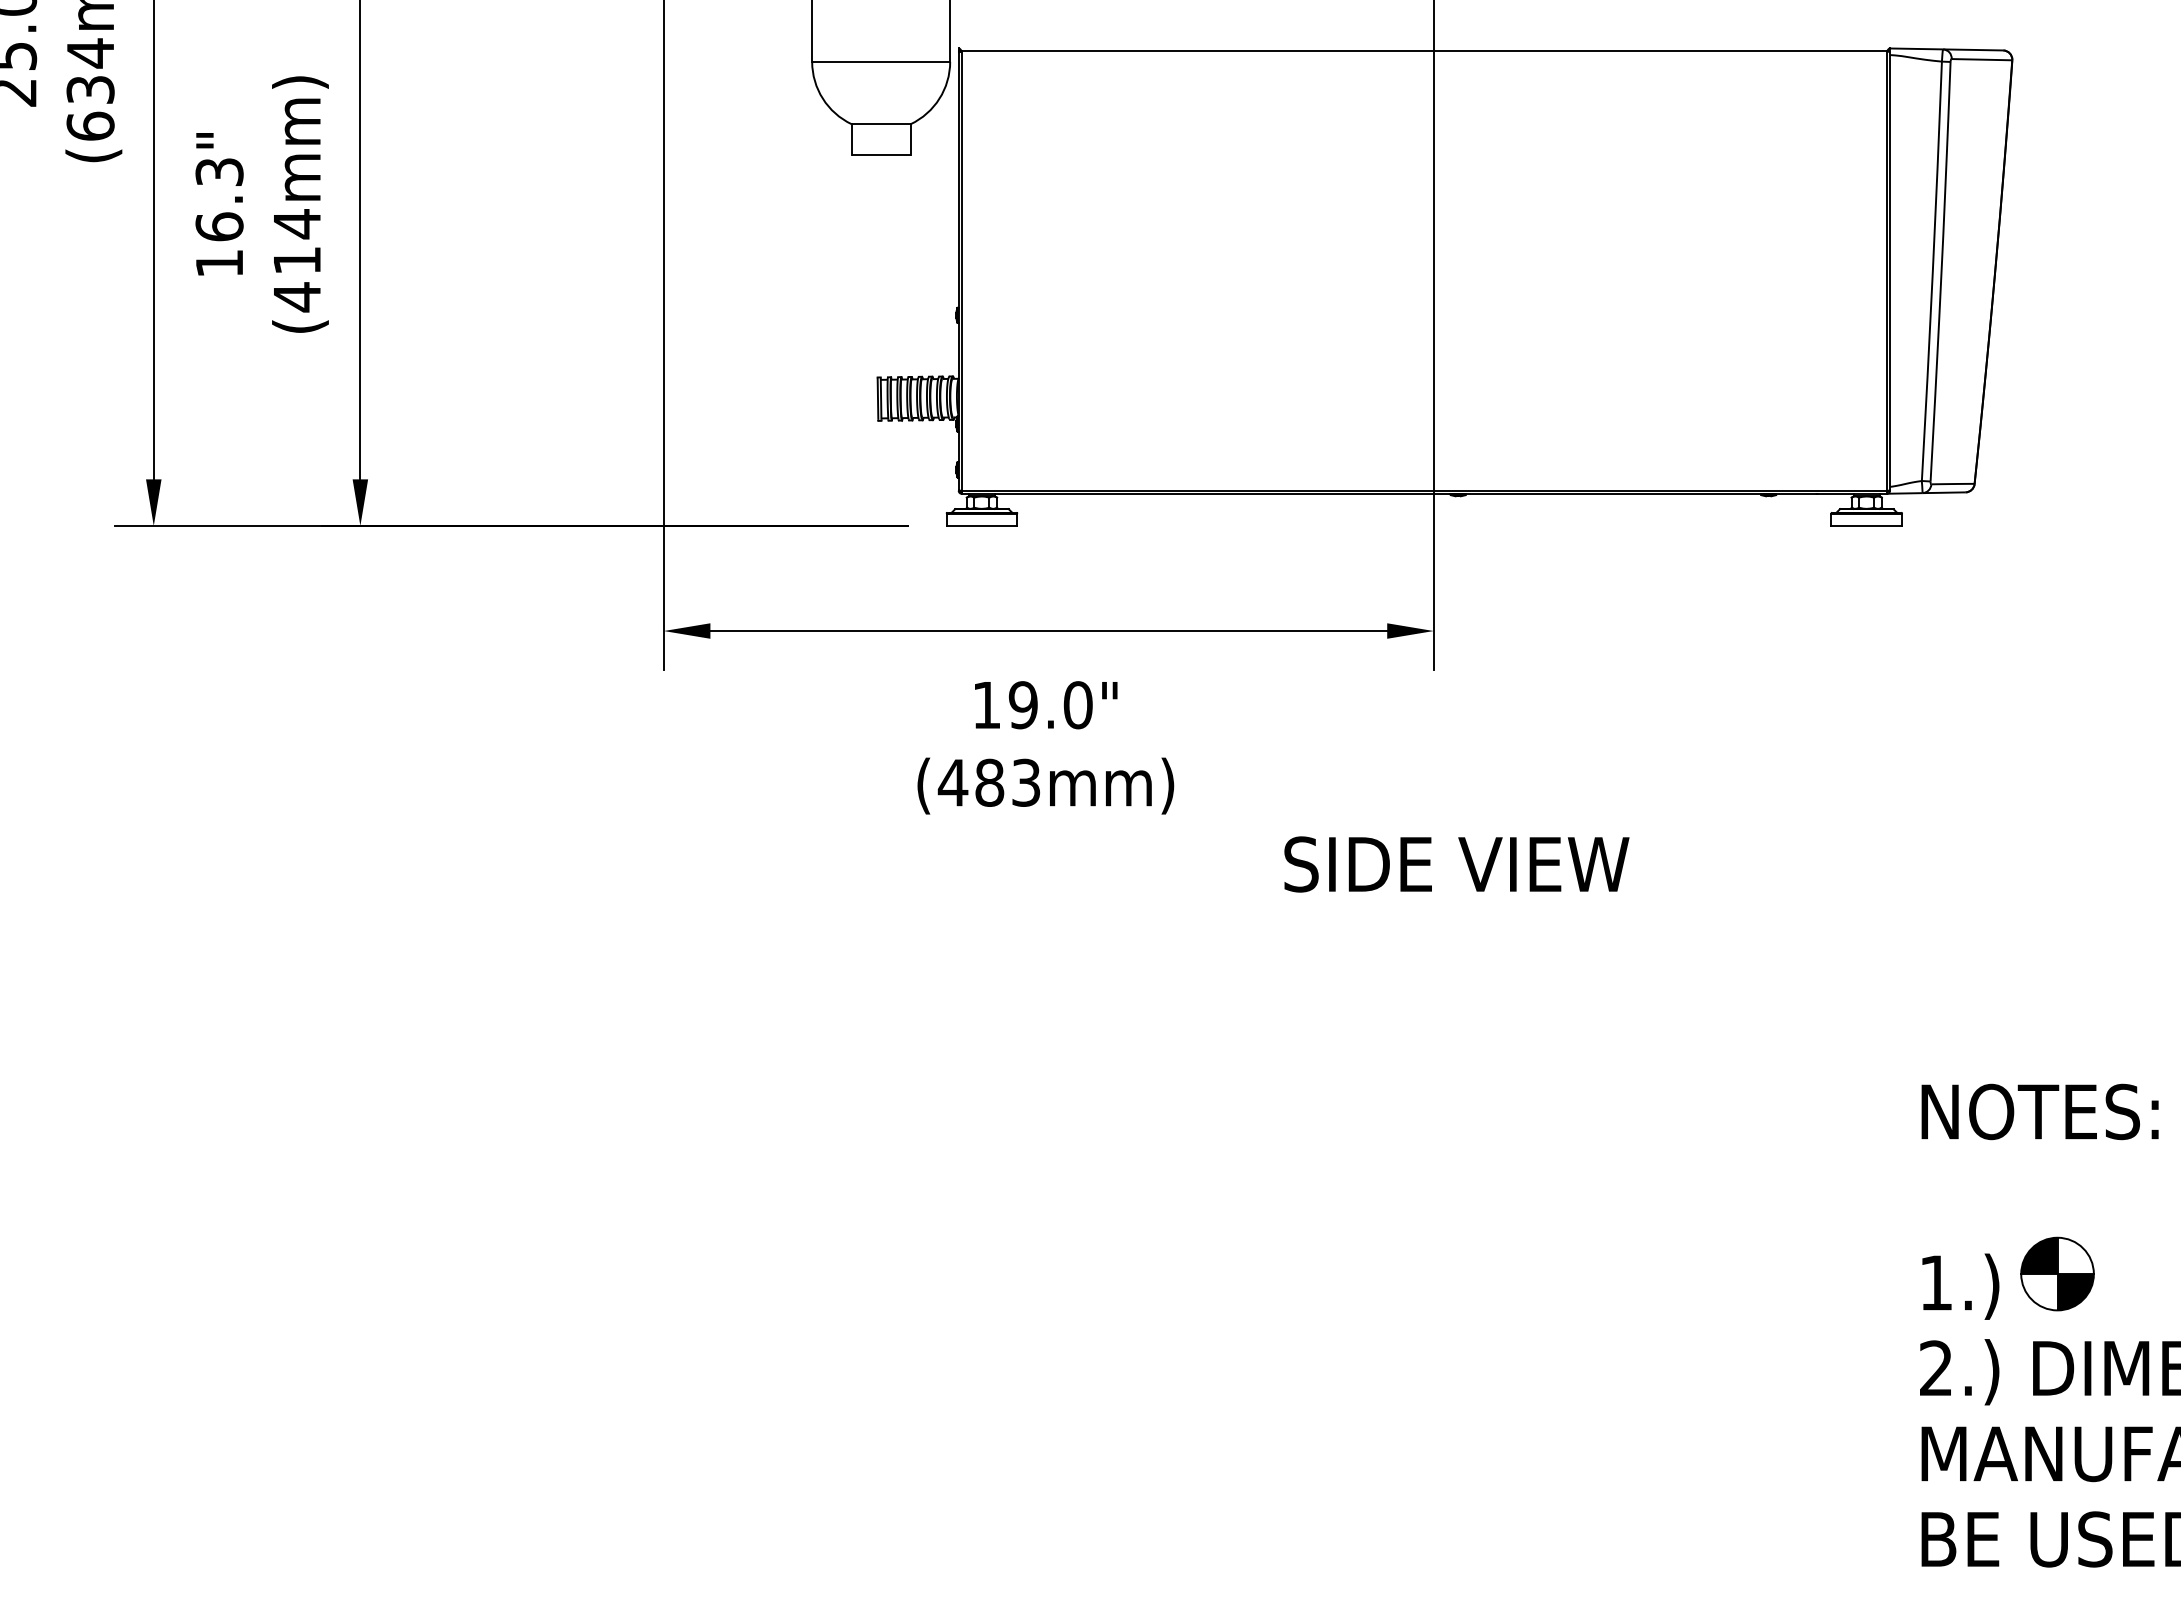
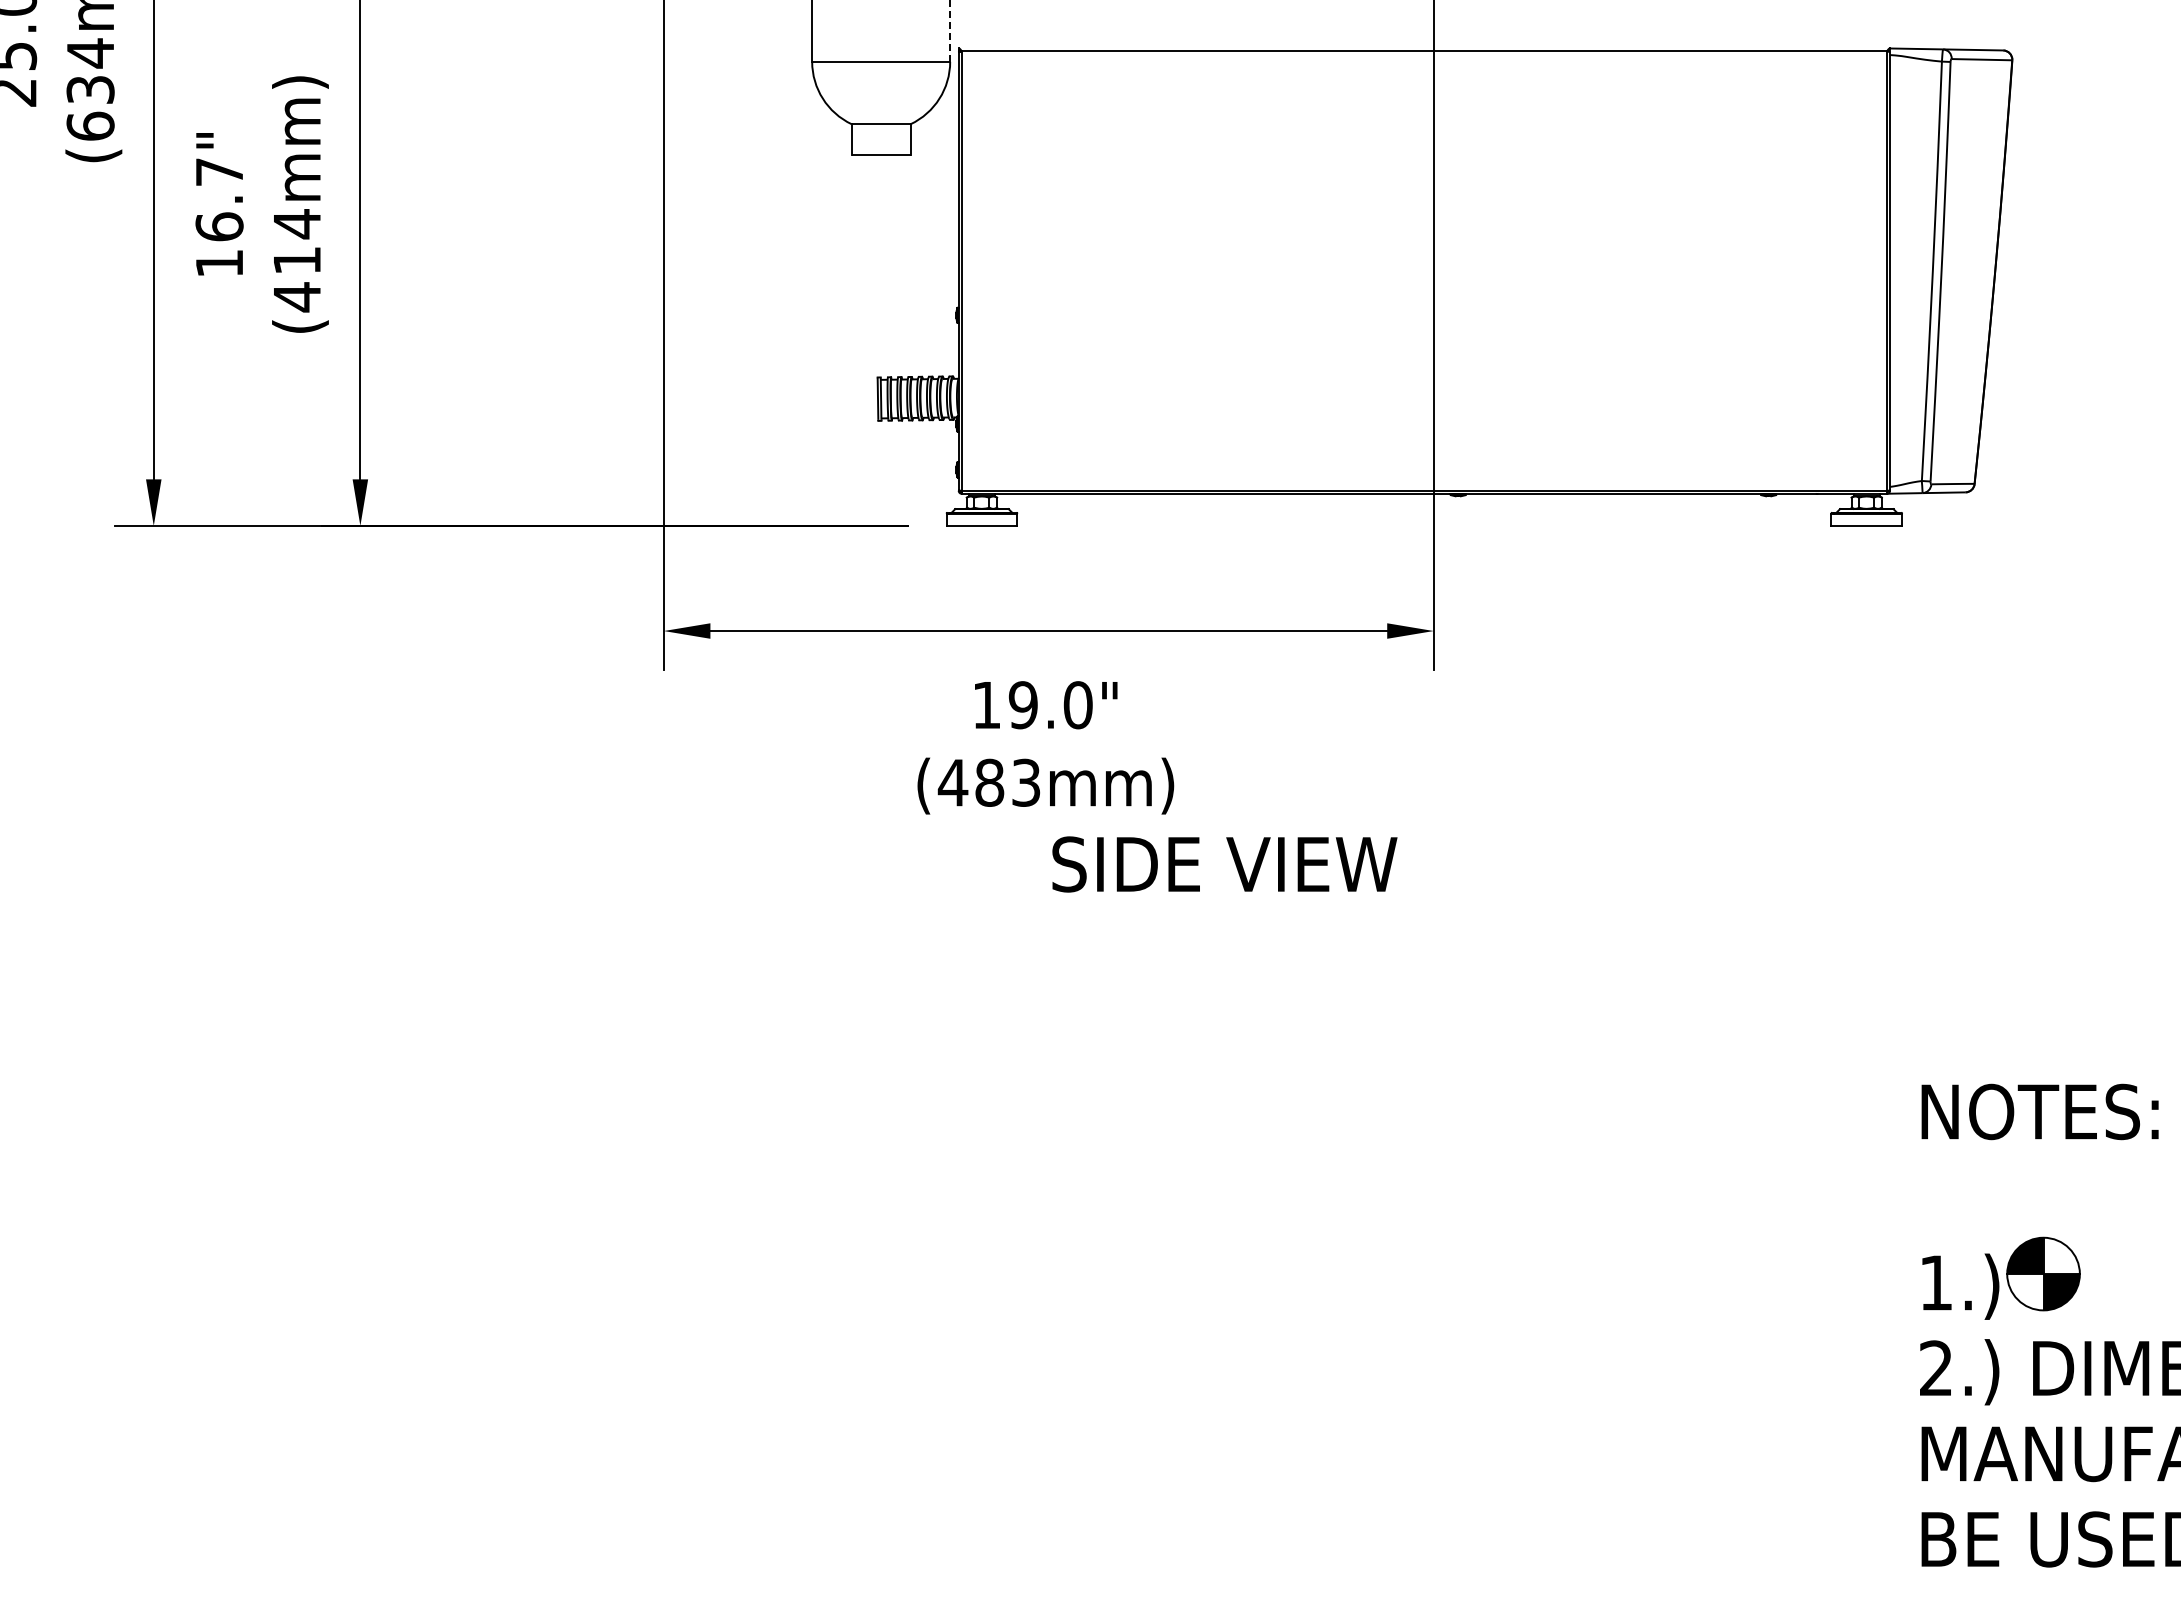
line at (950, 31): solid -> dashed
text at (219, 171): 16.3" -> 16.7"
text at (1456, 864) position: (1456, 864) -> (1224, 864)
part at (2057, 1273) position: (2057, 1273) -> (2043, 1273)
